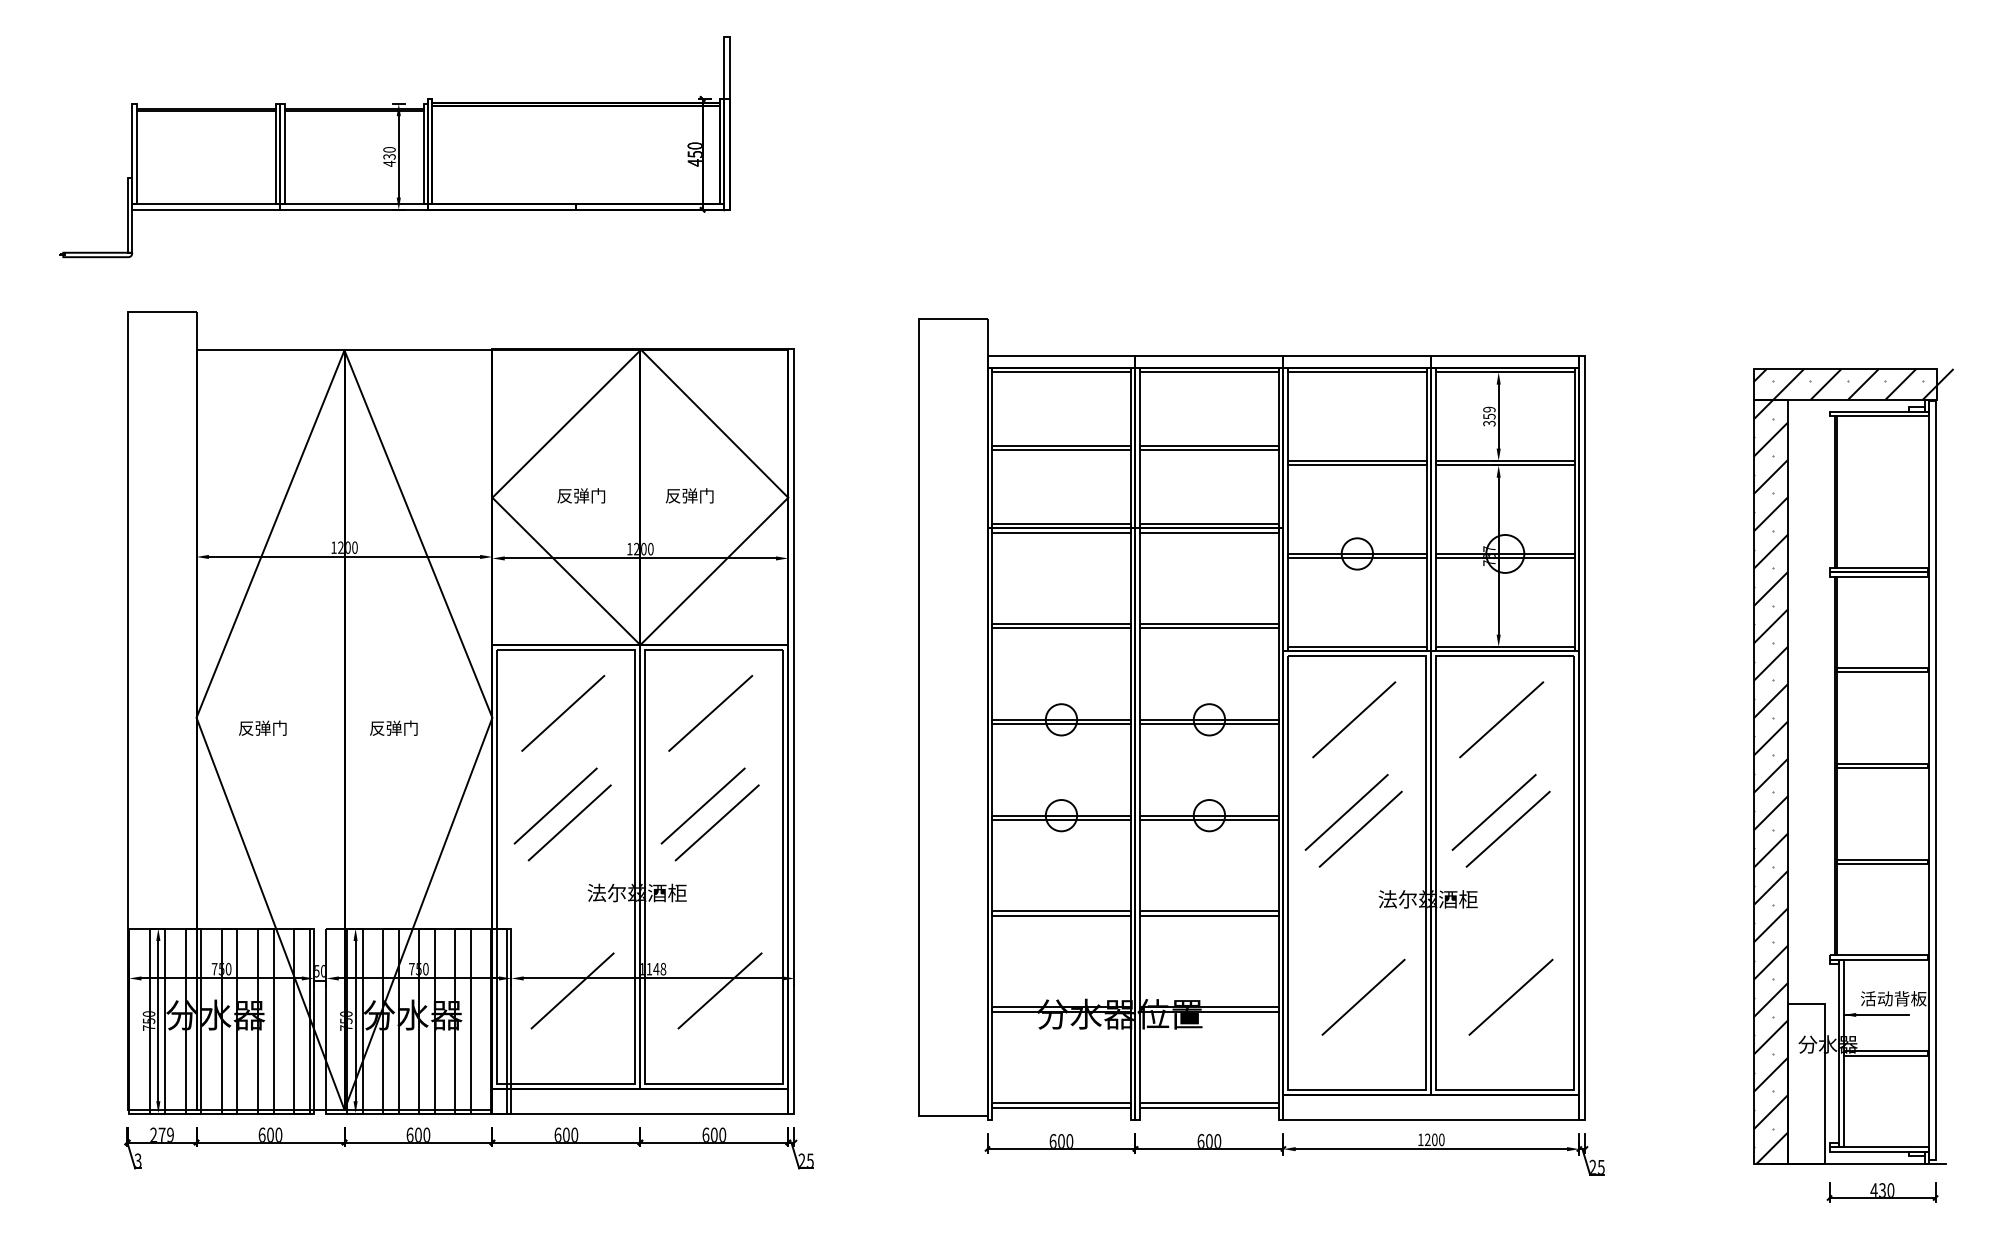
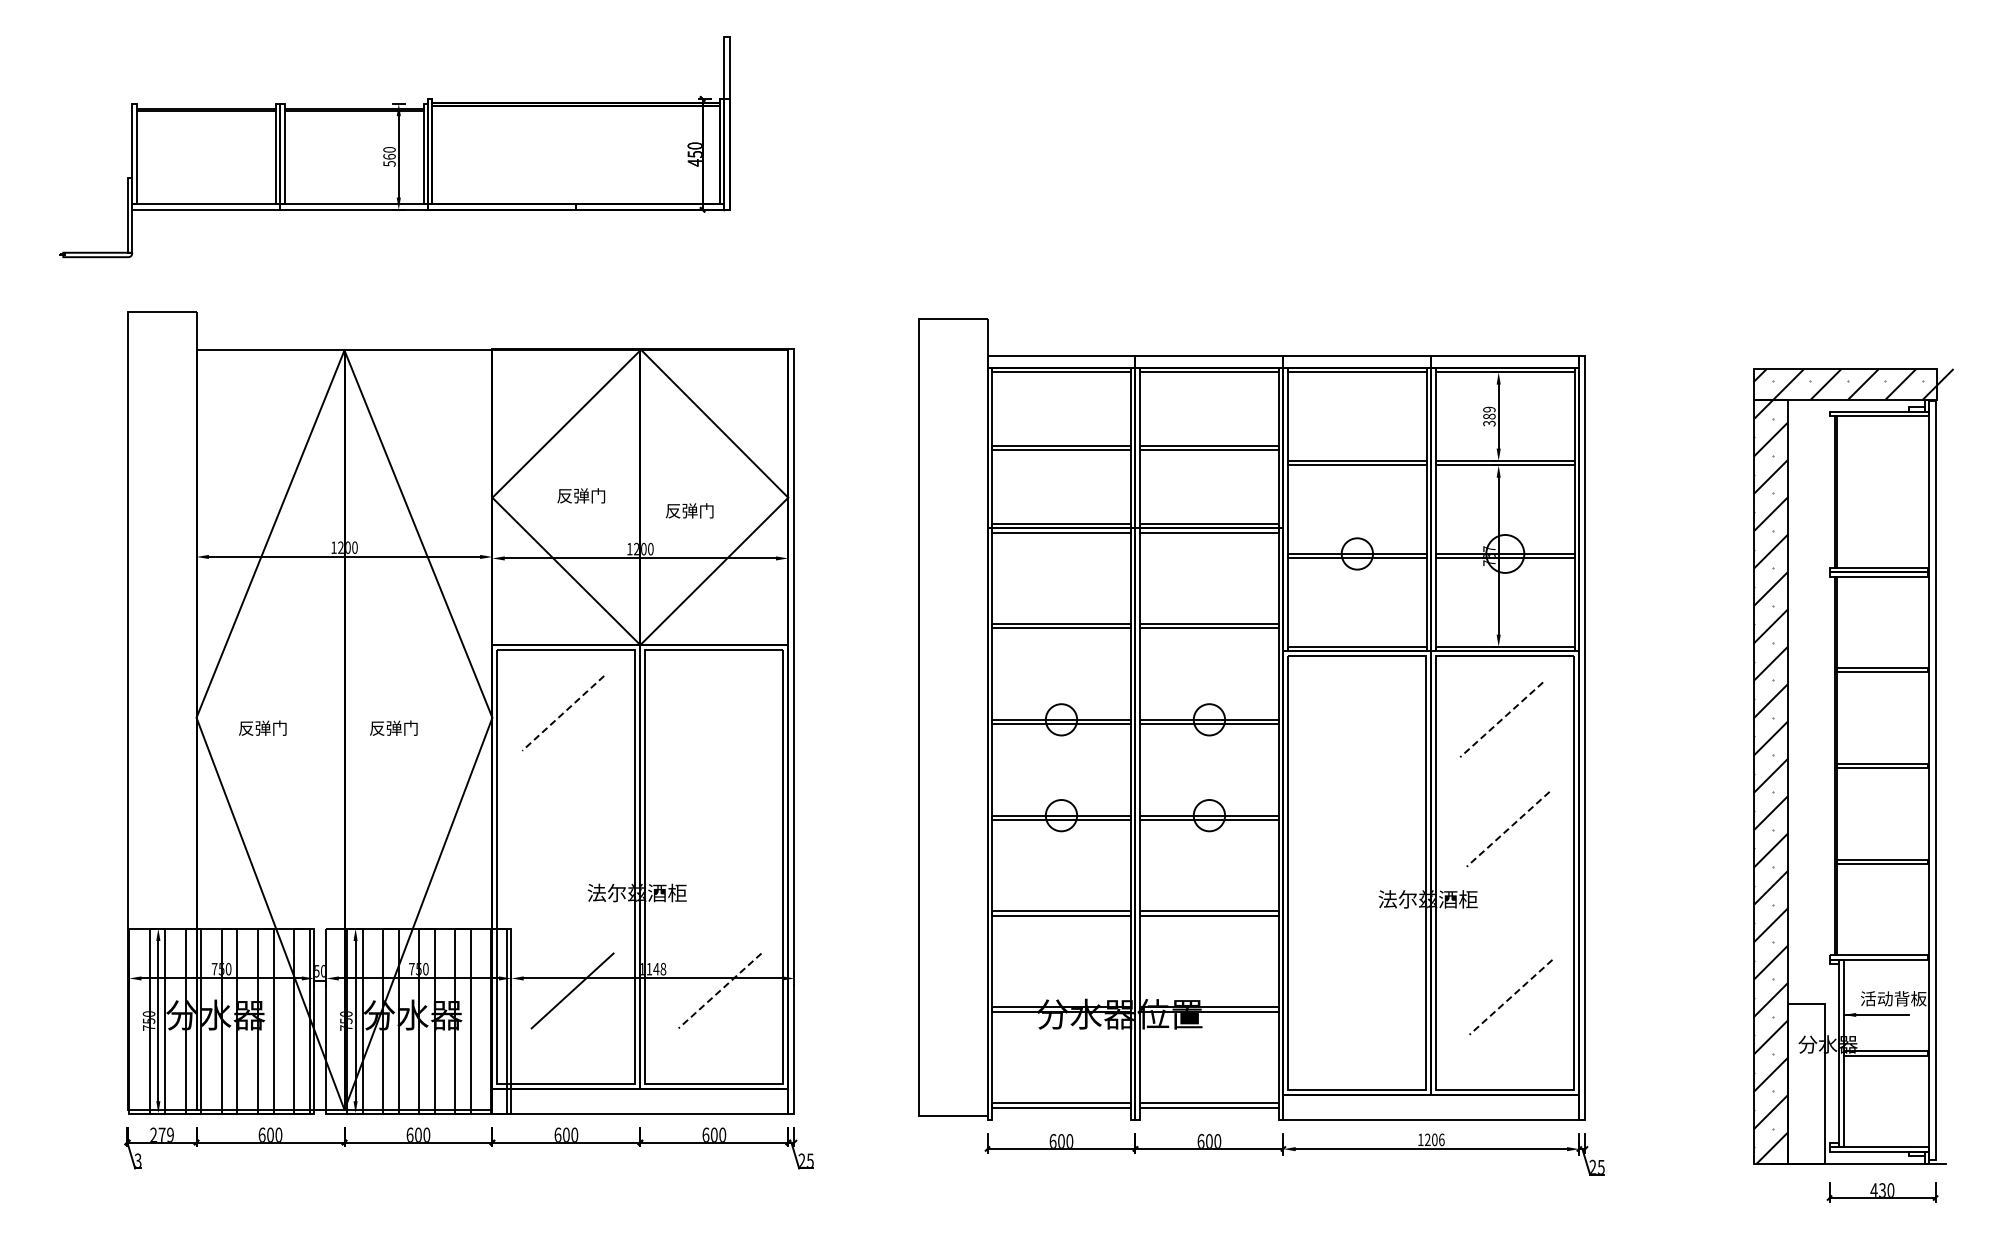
text at (389, 159): 430 -> 560
text at (1489, 416): 359 -> 389
text at (689, 495) position: (689, 495) -> (689, 510)
line at (562, 713): solid -> dashed
line at (710, 713): present -> none
line at (1354, 719): present -> none
line at (1501, 719): solid -> dashed
line at (555, 805): present -> none
line at (702, 805): present -> none
line at (1346, 812): present -> none
line at (1493, 812): present -> none
line at (569, 822): present -> none
line at (716, 822): present -> none
line at (1360, 828): present -> none
line at (1508, 829): solid -> dashed
line at (720, 990): solid -> dashed
line at (1363, 996): present -> none
line at (1511, 997): solid -> dashed
text at (1441, 1139): 1200 -> 1206
